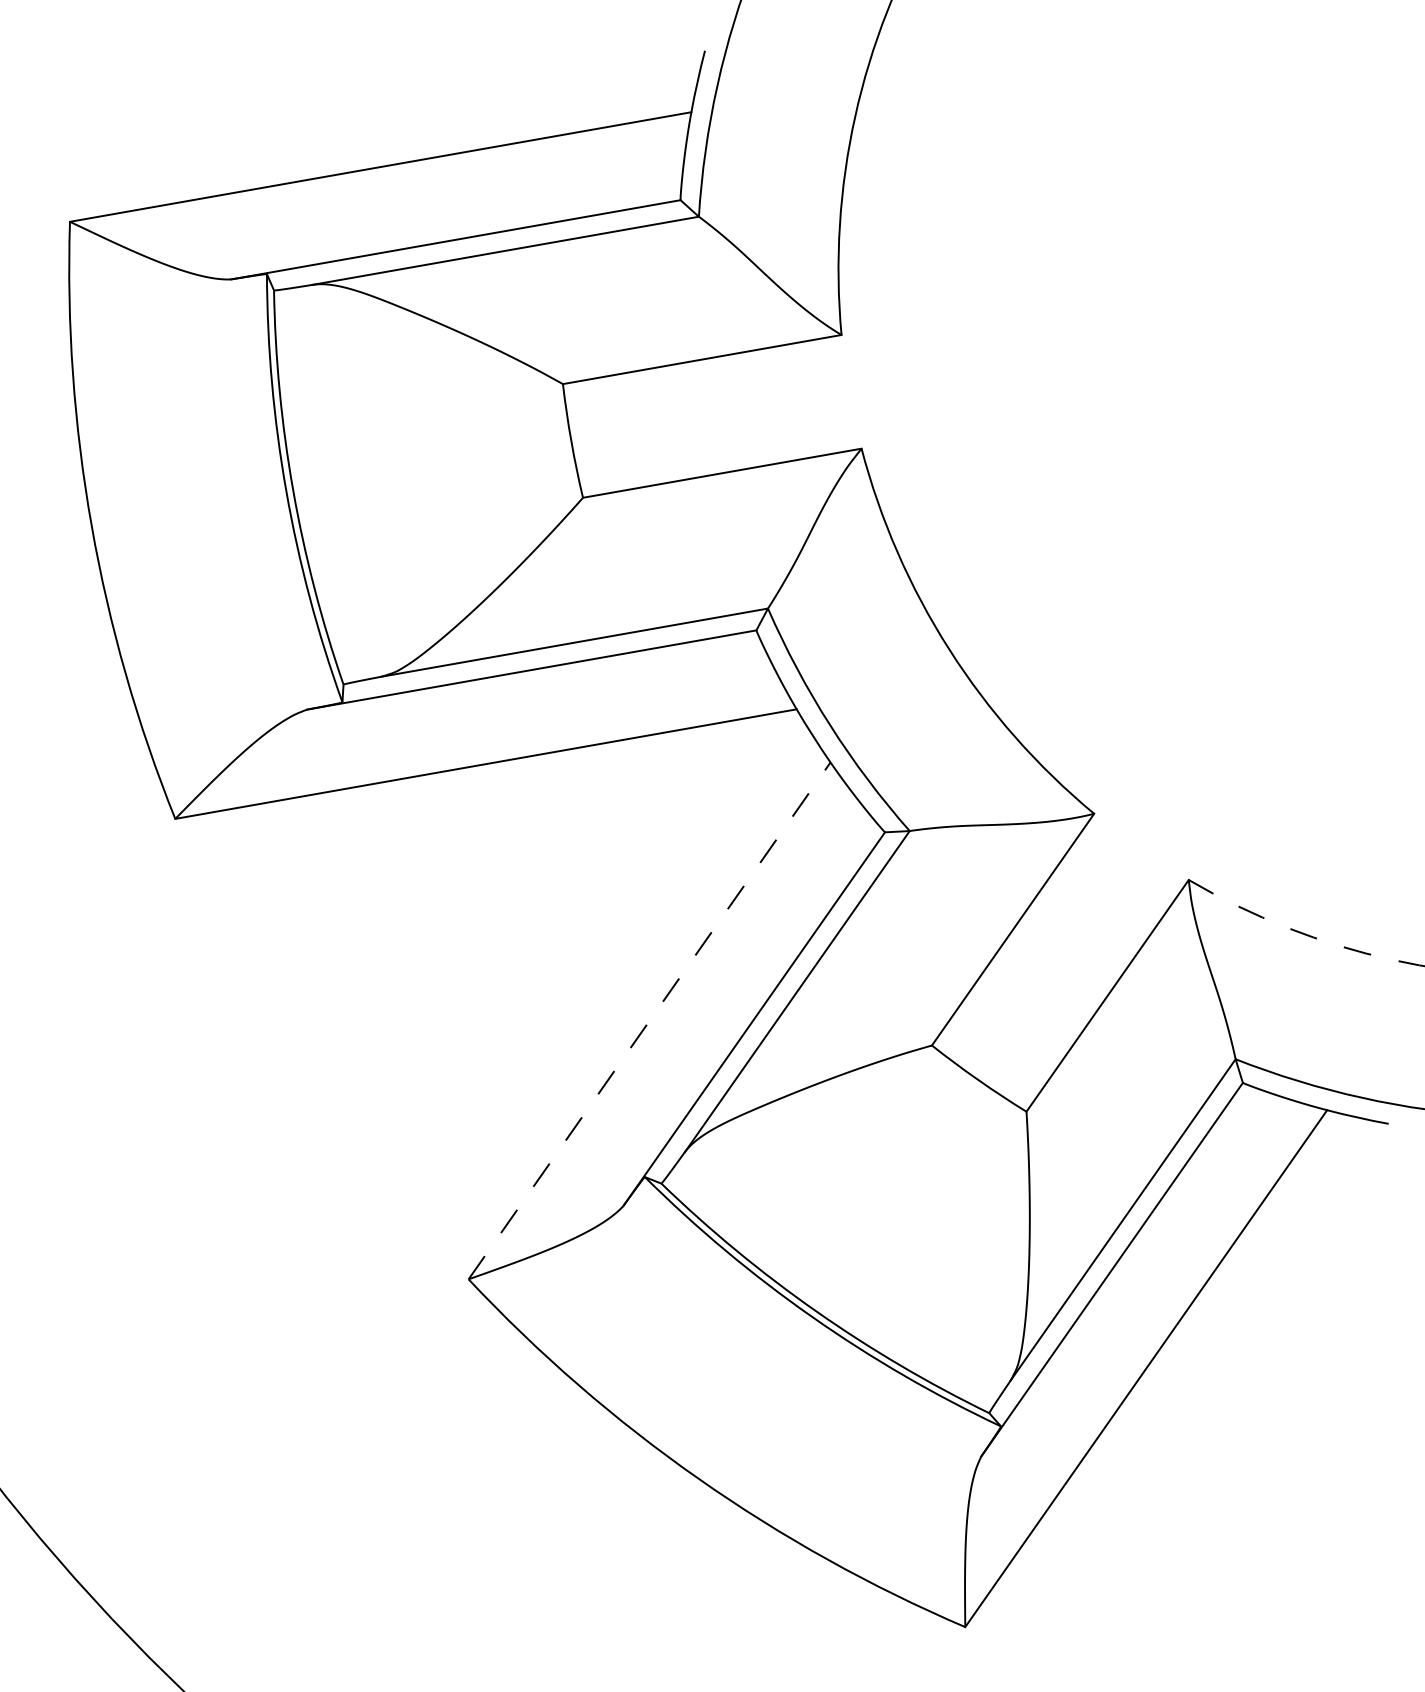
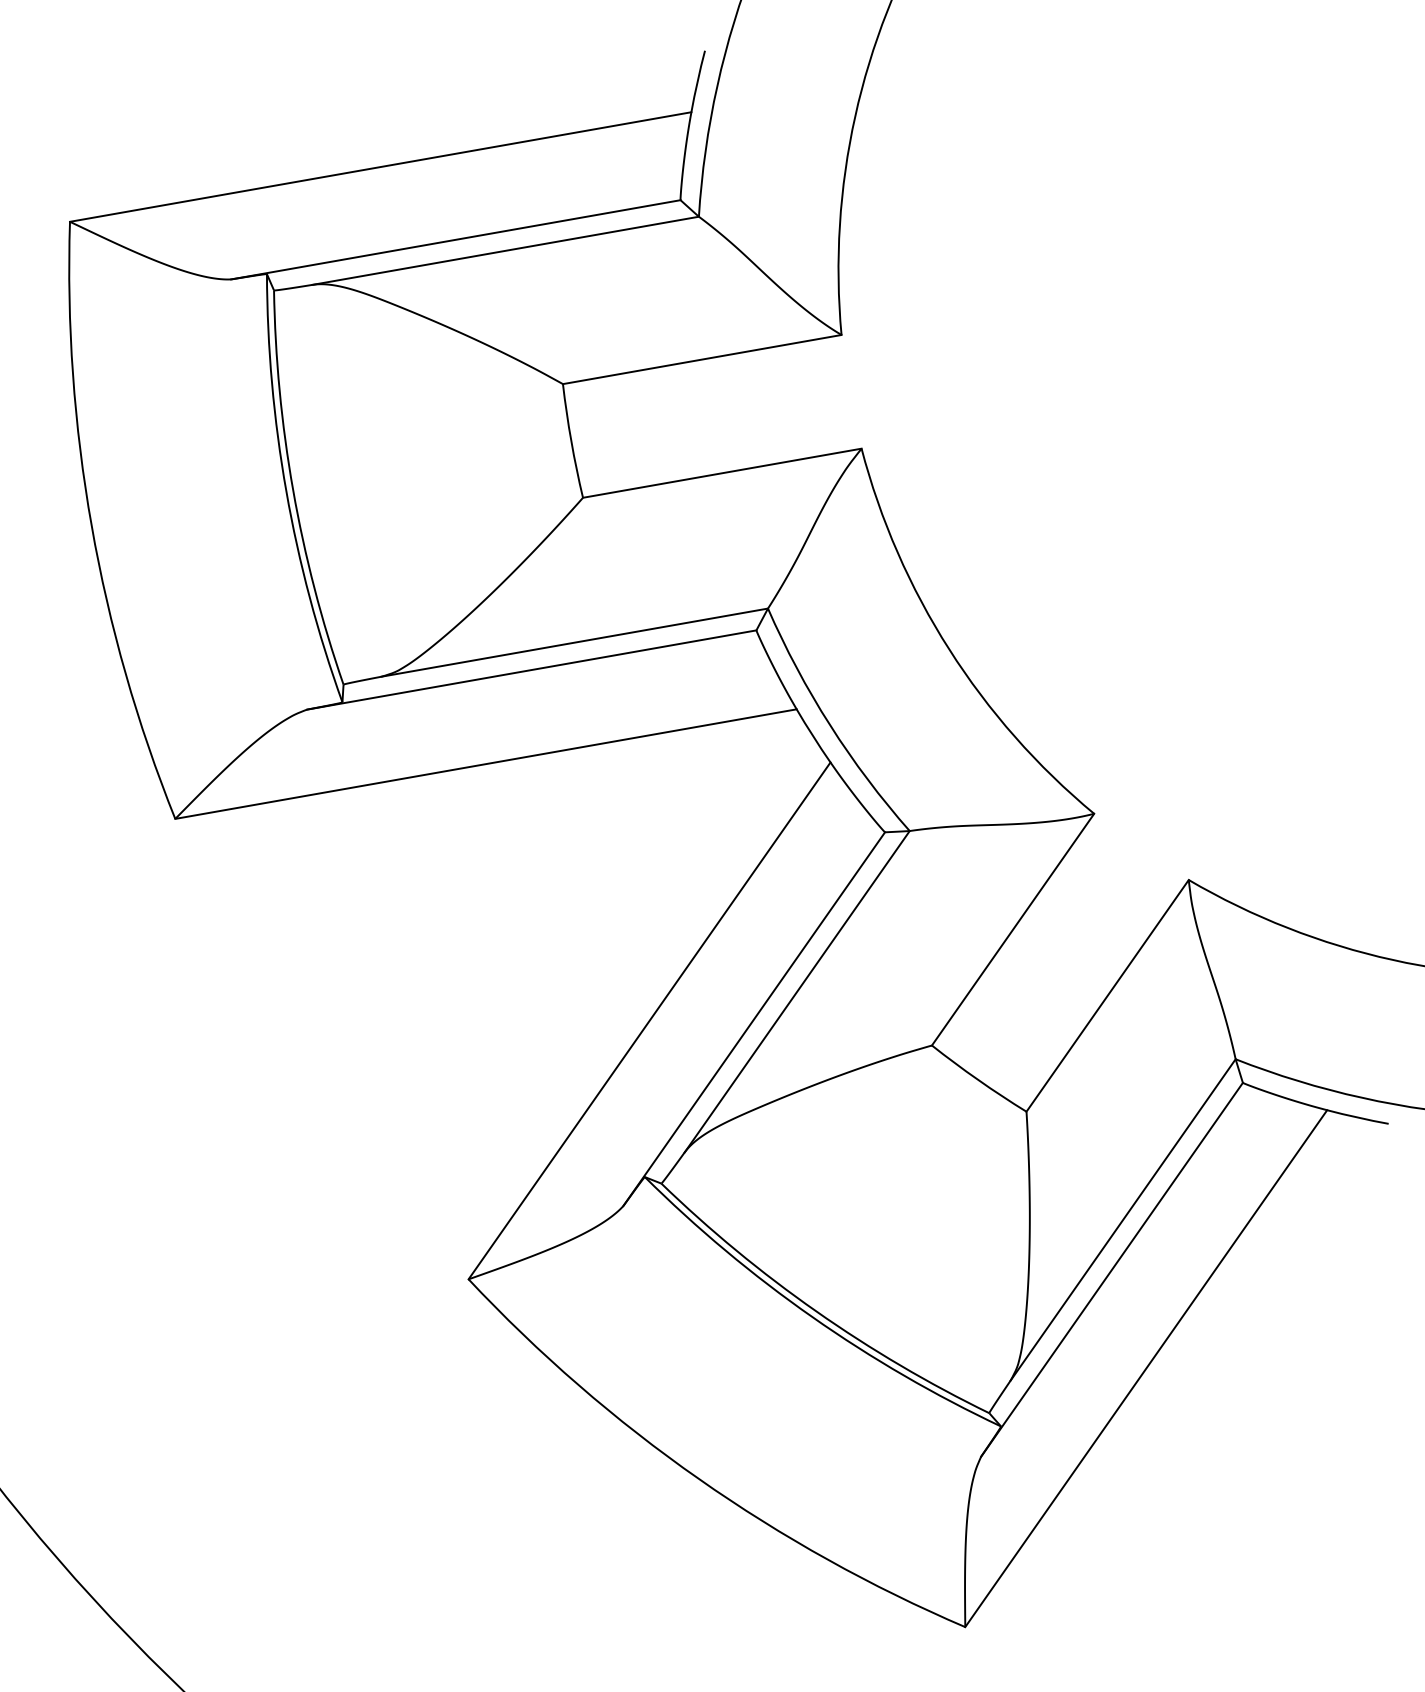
arc at (1301, 933): dashed -> solid
line at (649, 1020): dashed -> solid
